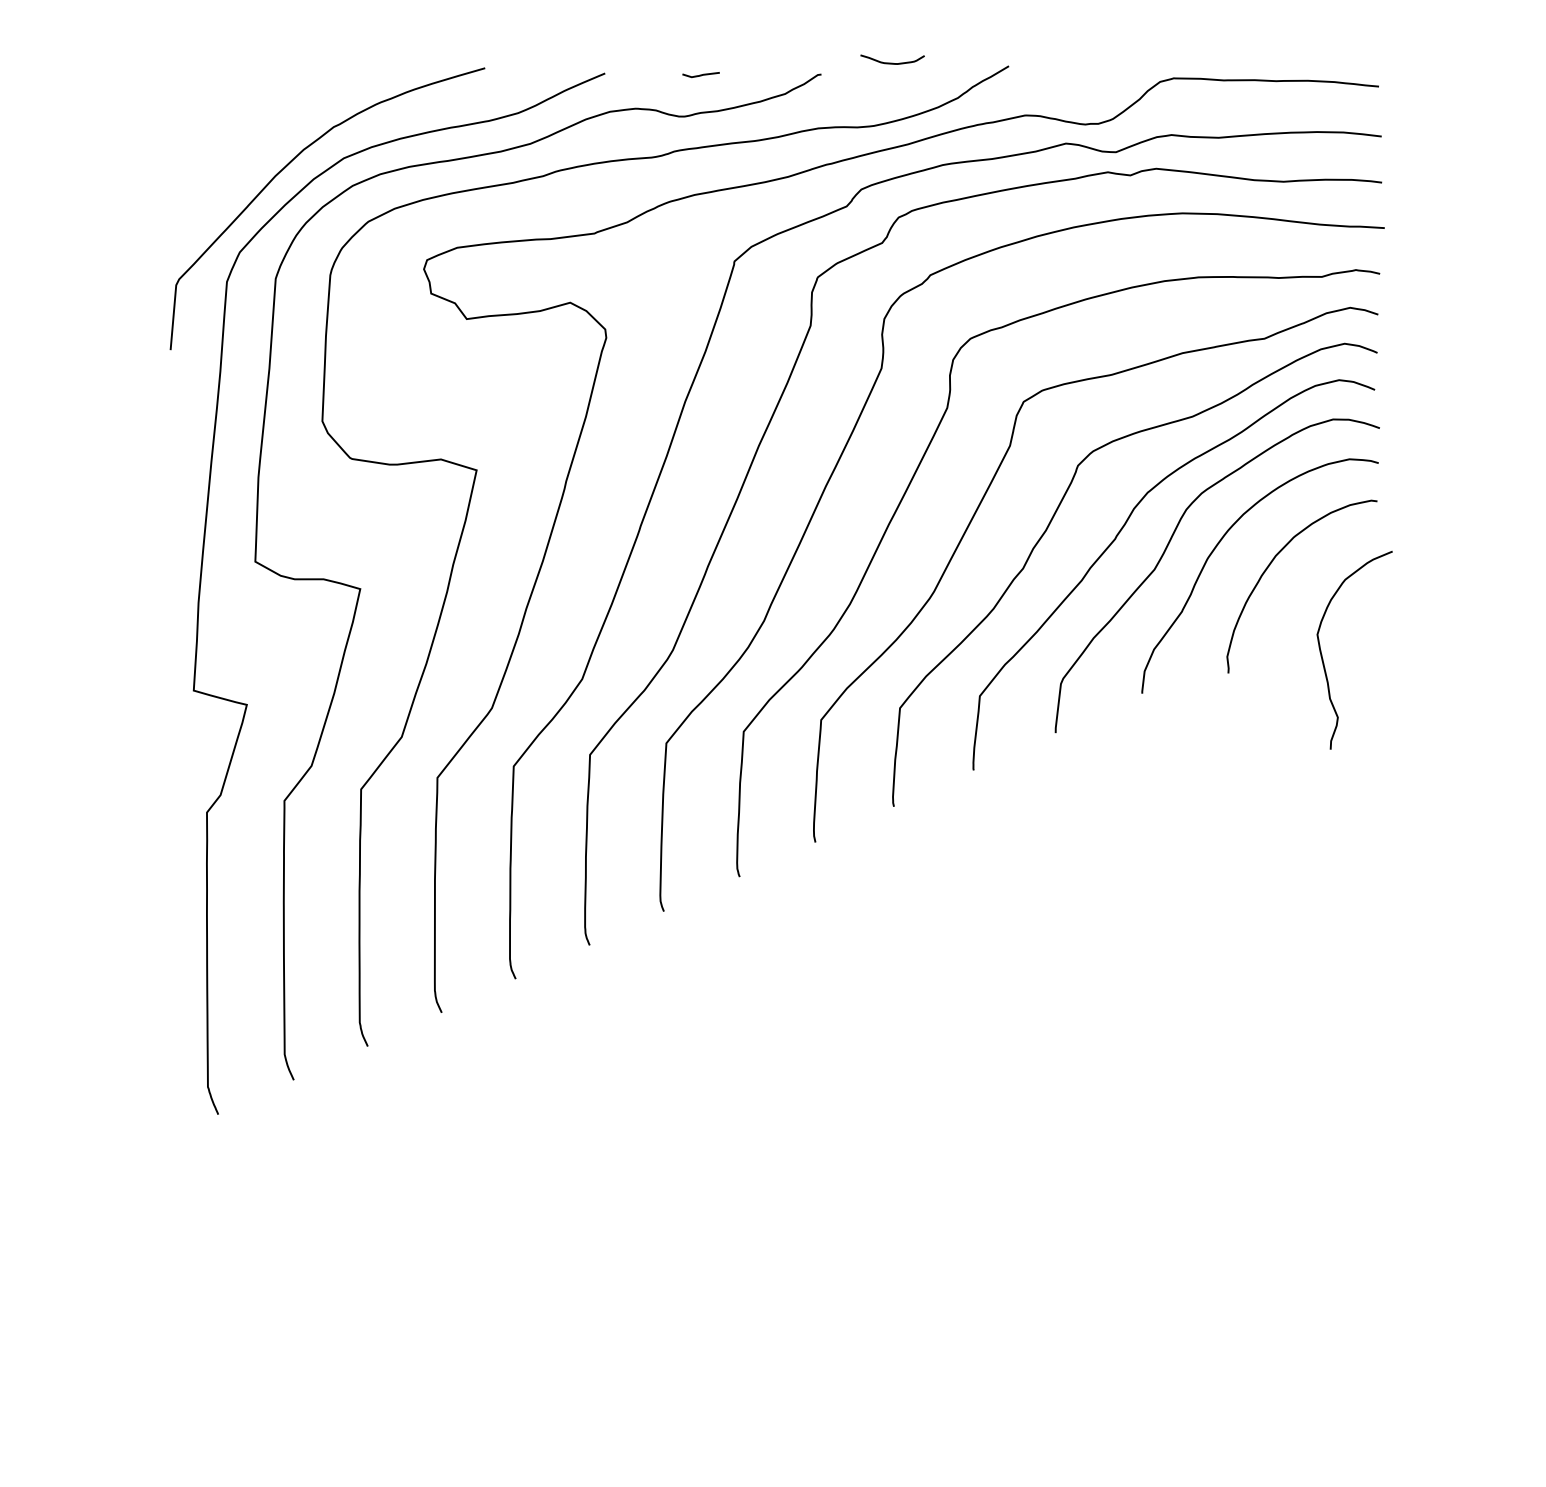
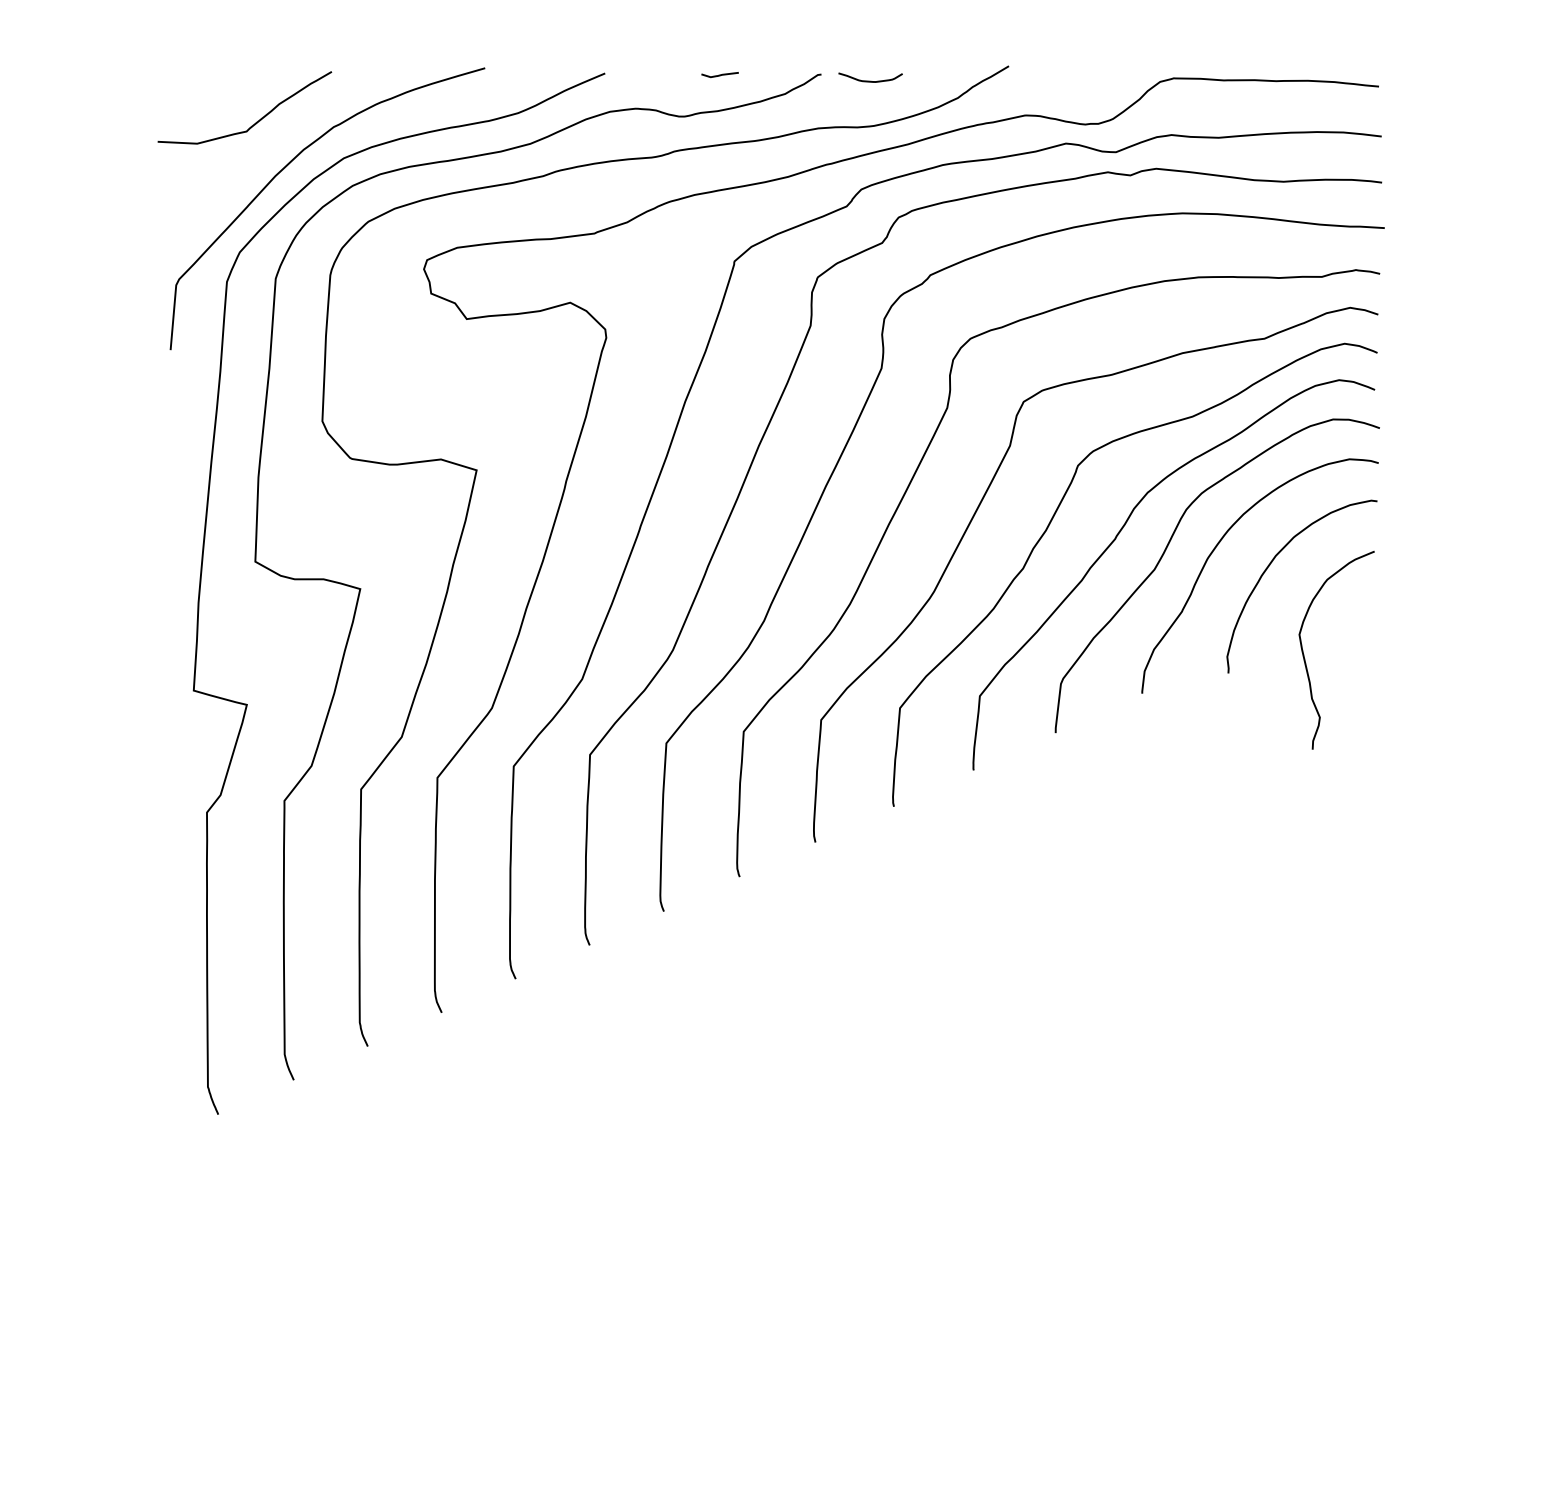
curve at (892, 62) position: (892, 62) -> (870, 80)
curve at (700, 75) position: (700, 75) -> (719, 75)
curve at (256, 121): none -> present
curve at (1323, 658) position: (1323, 658) -> (1305, 658)
